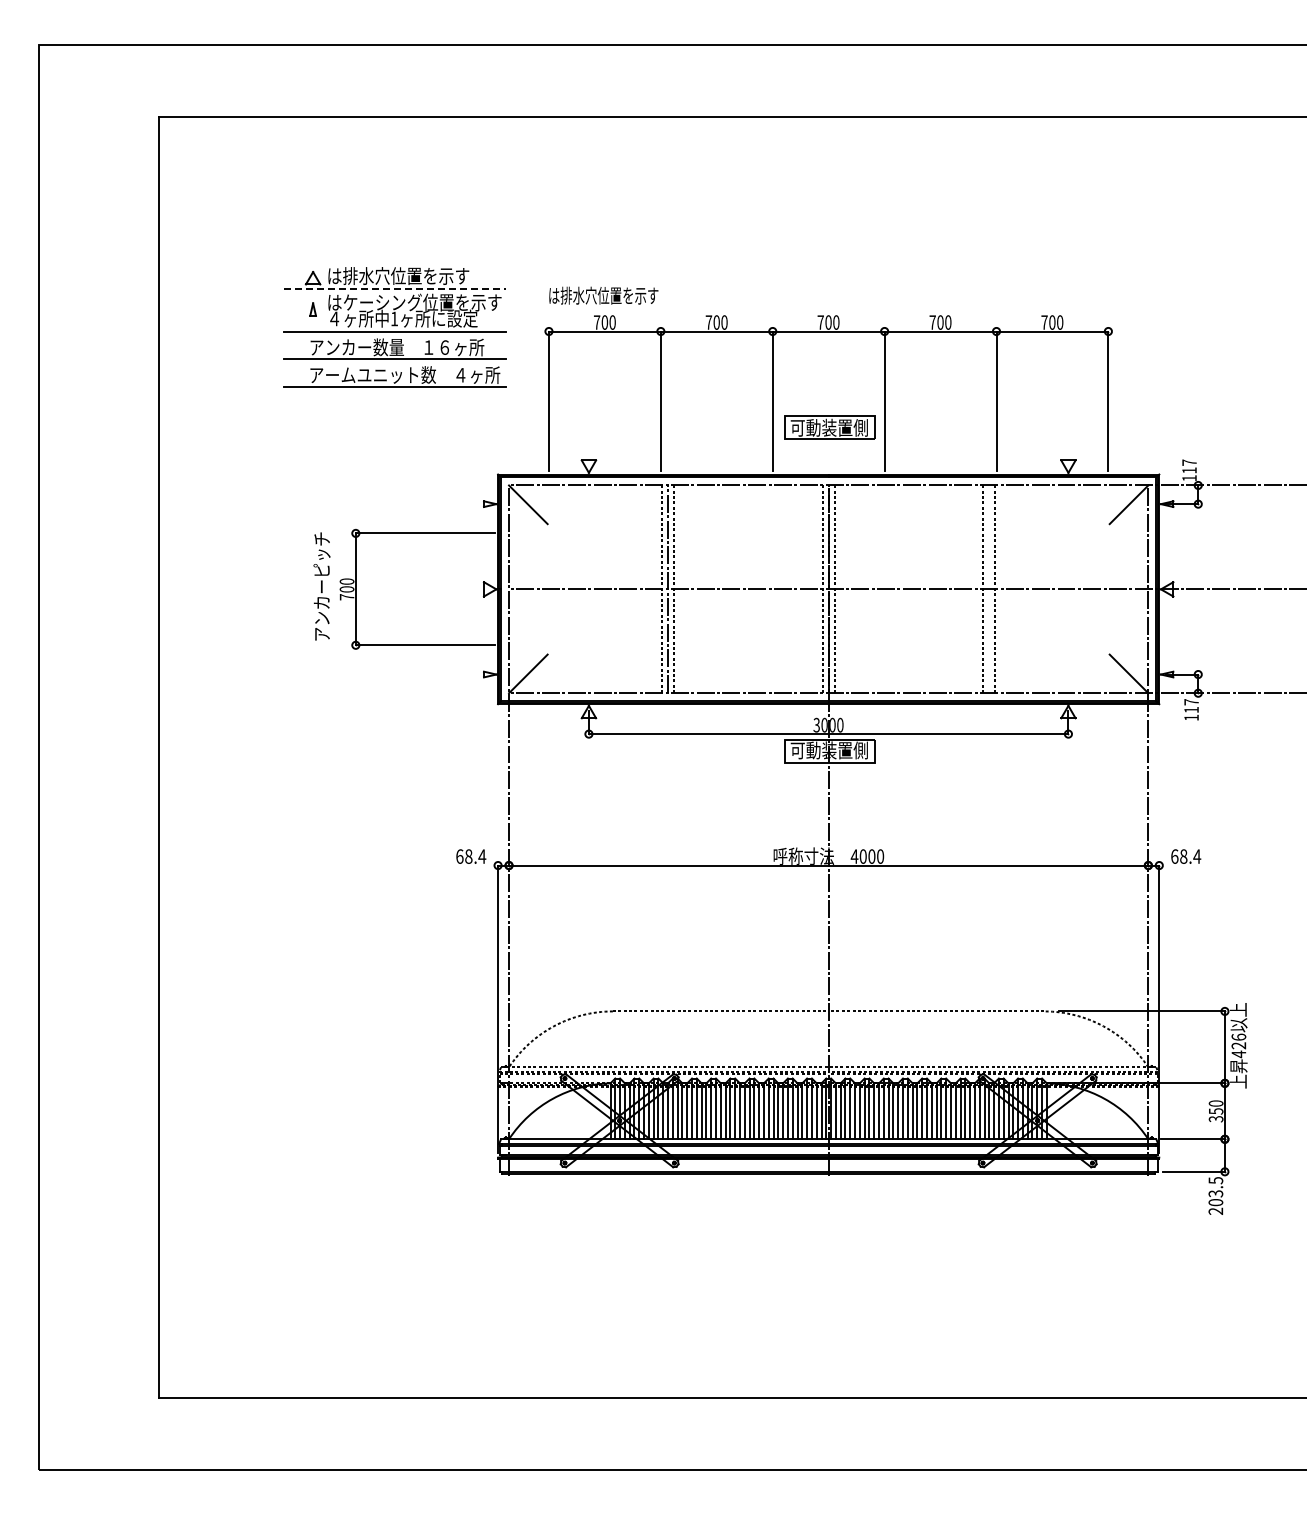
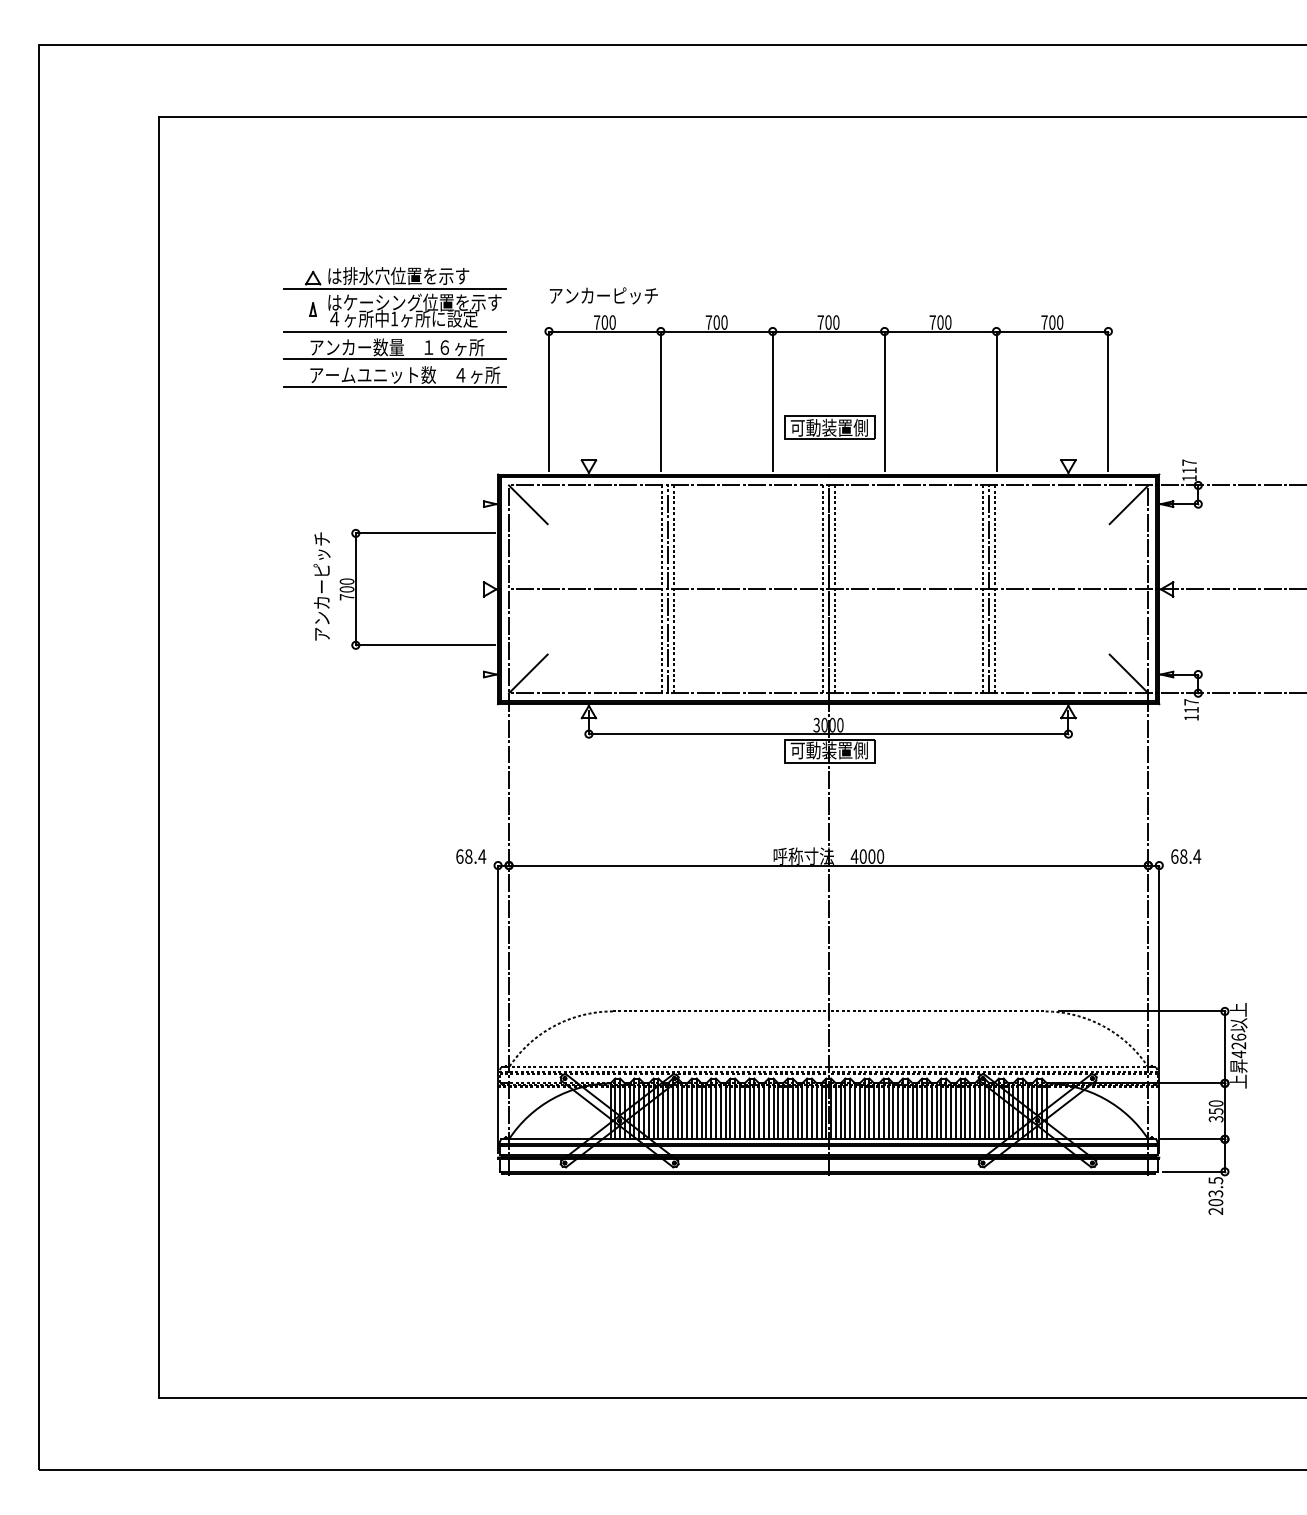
line at (395, 288): dashed -> solid
text at (603, 295): は排水穴位置を示す -> アンカーピッチ
line at (989, 589): none -> present
